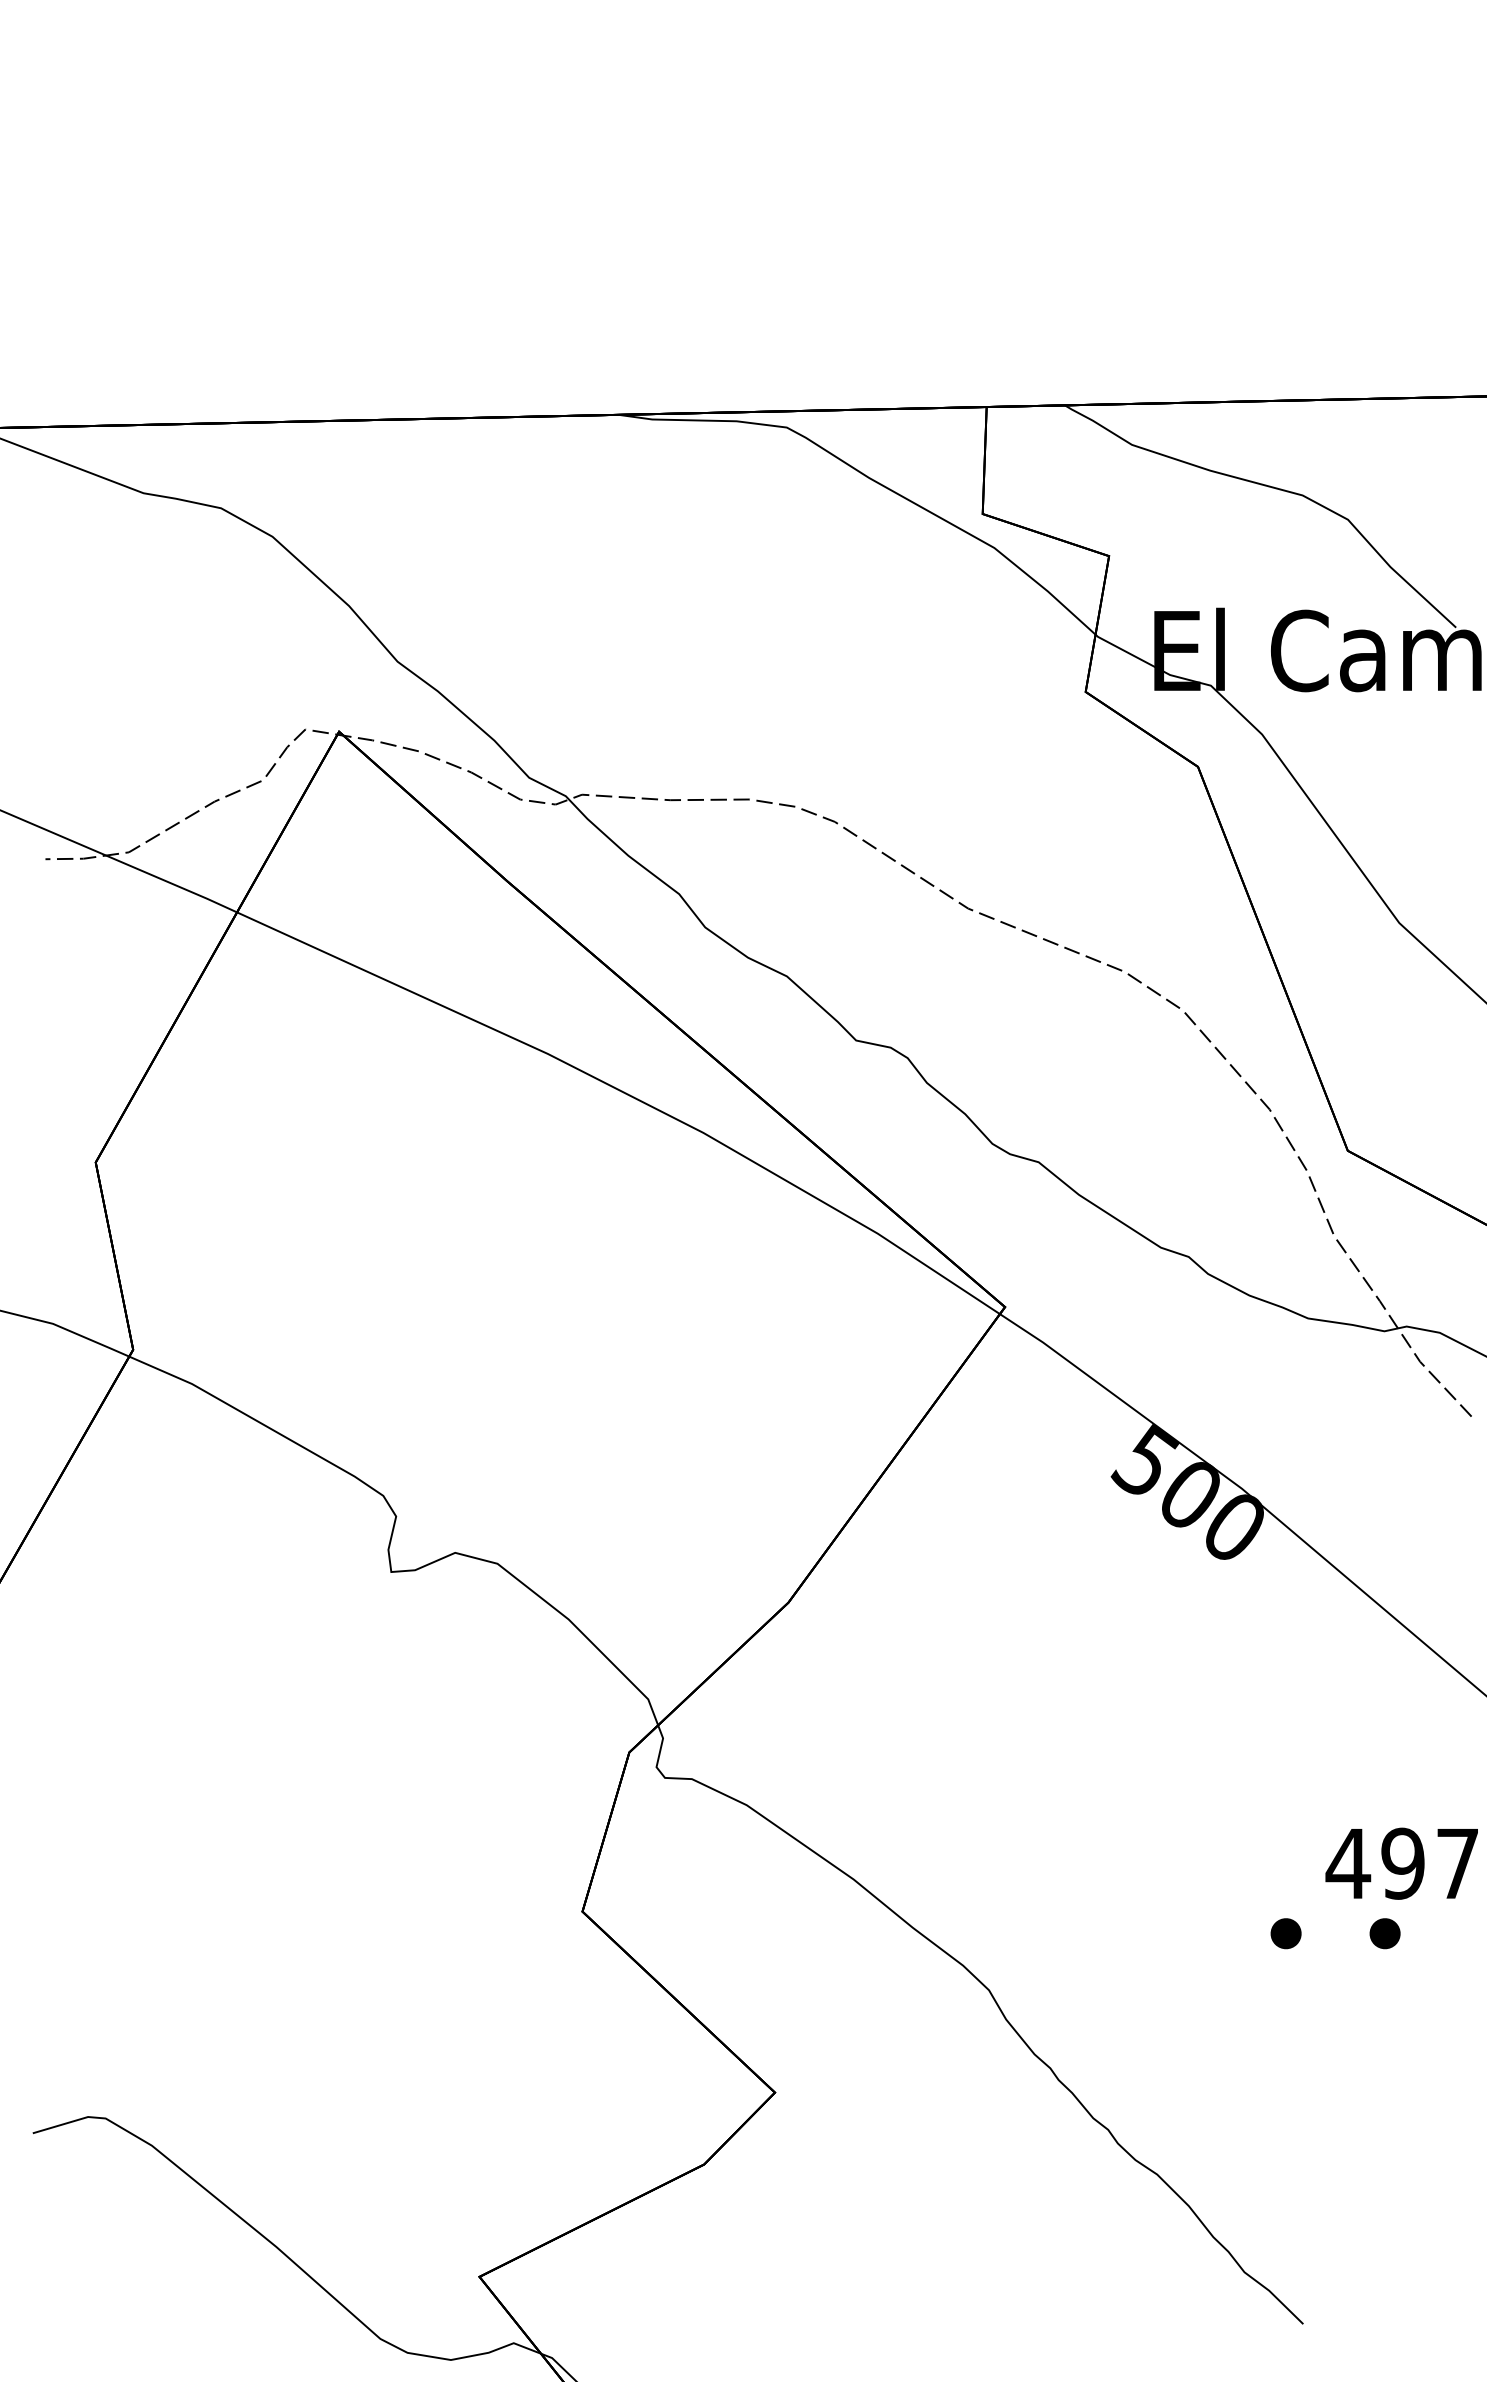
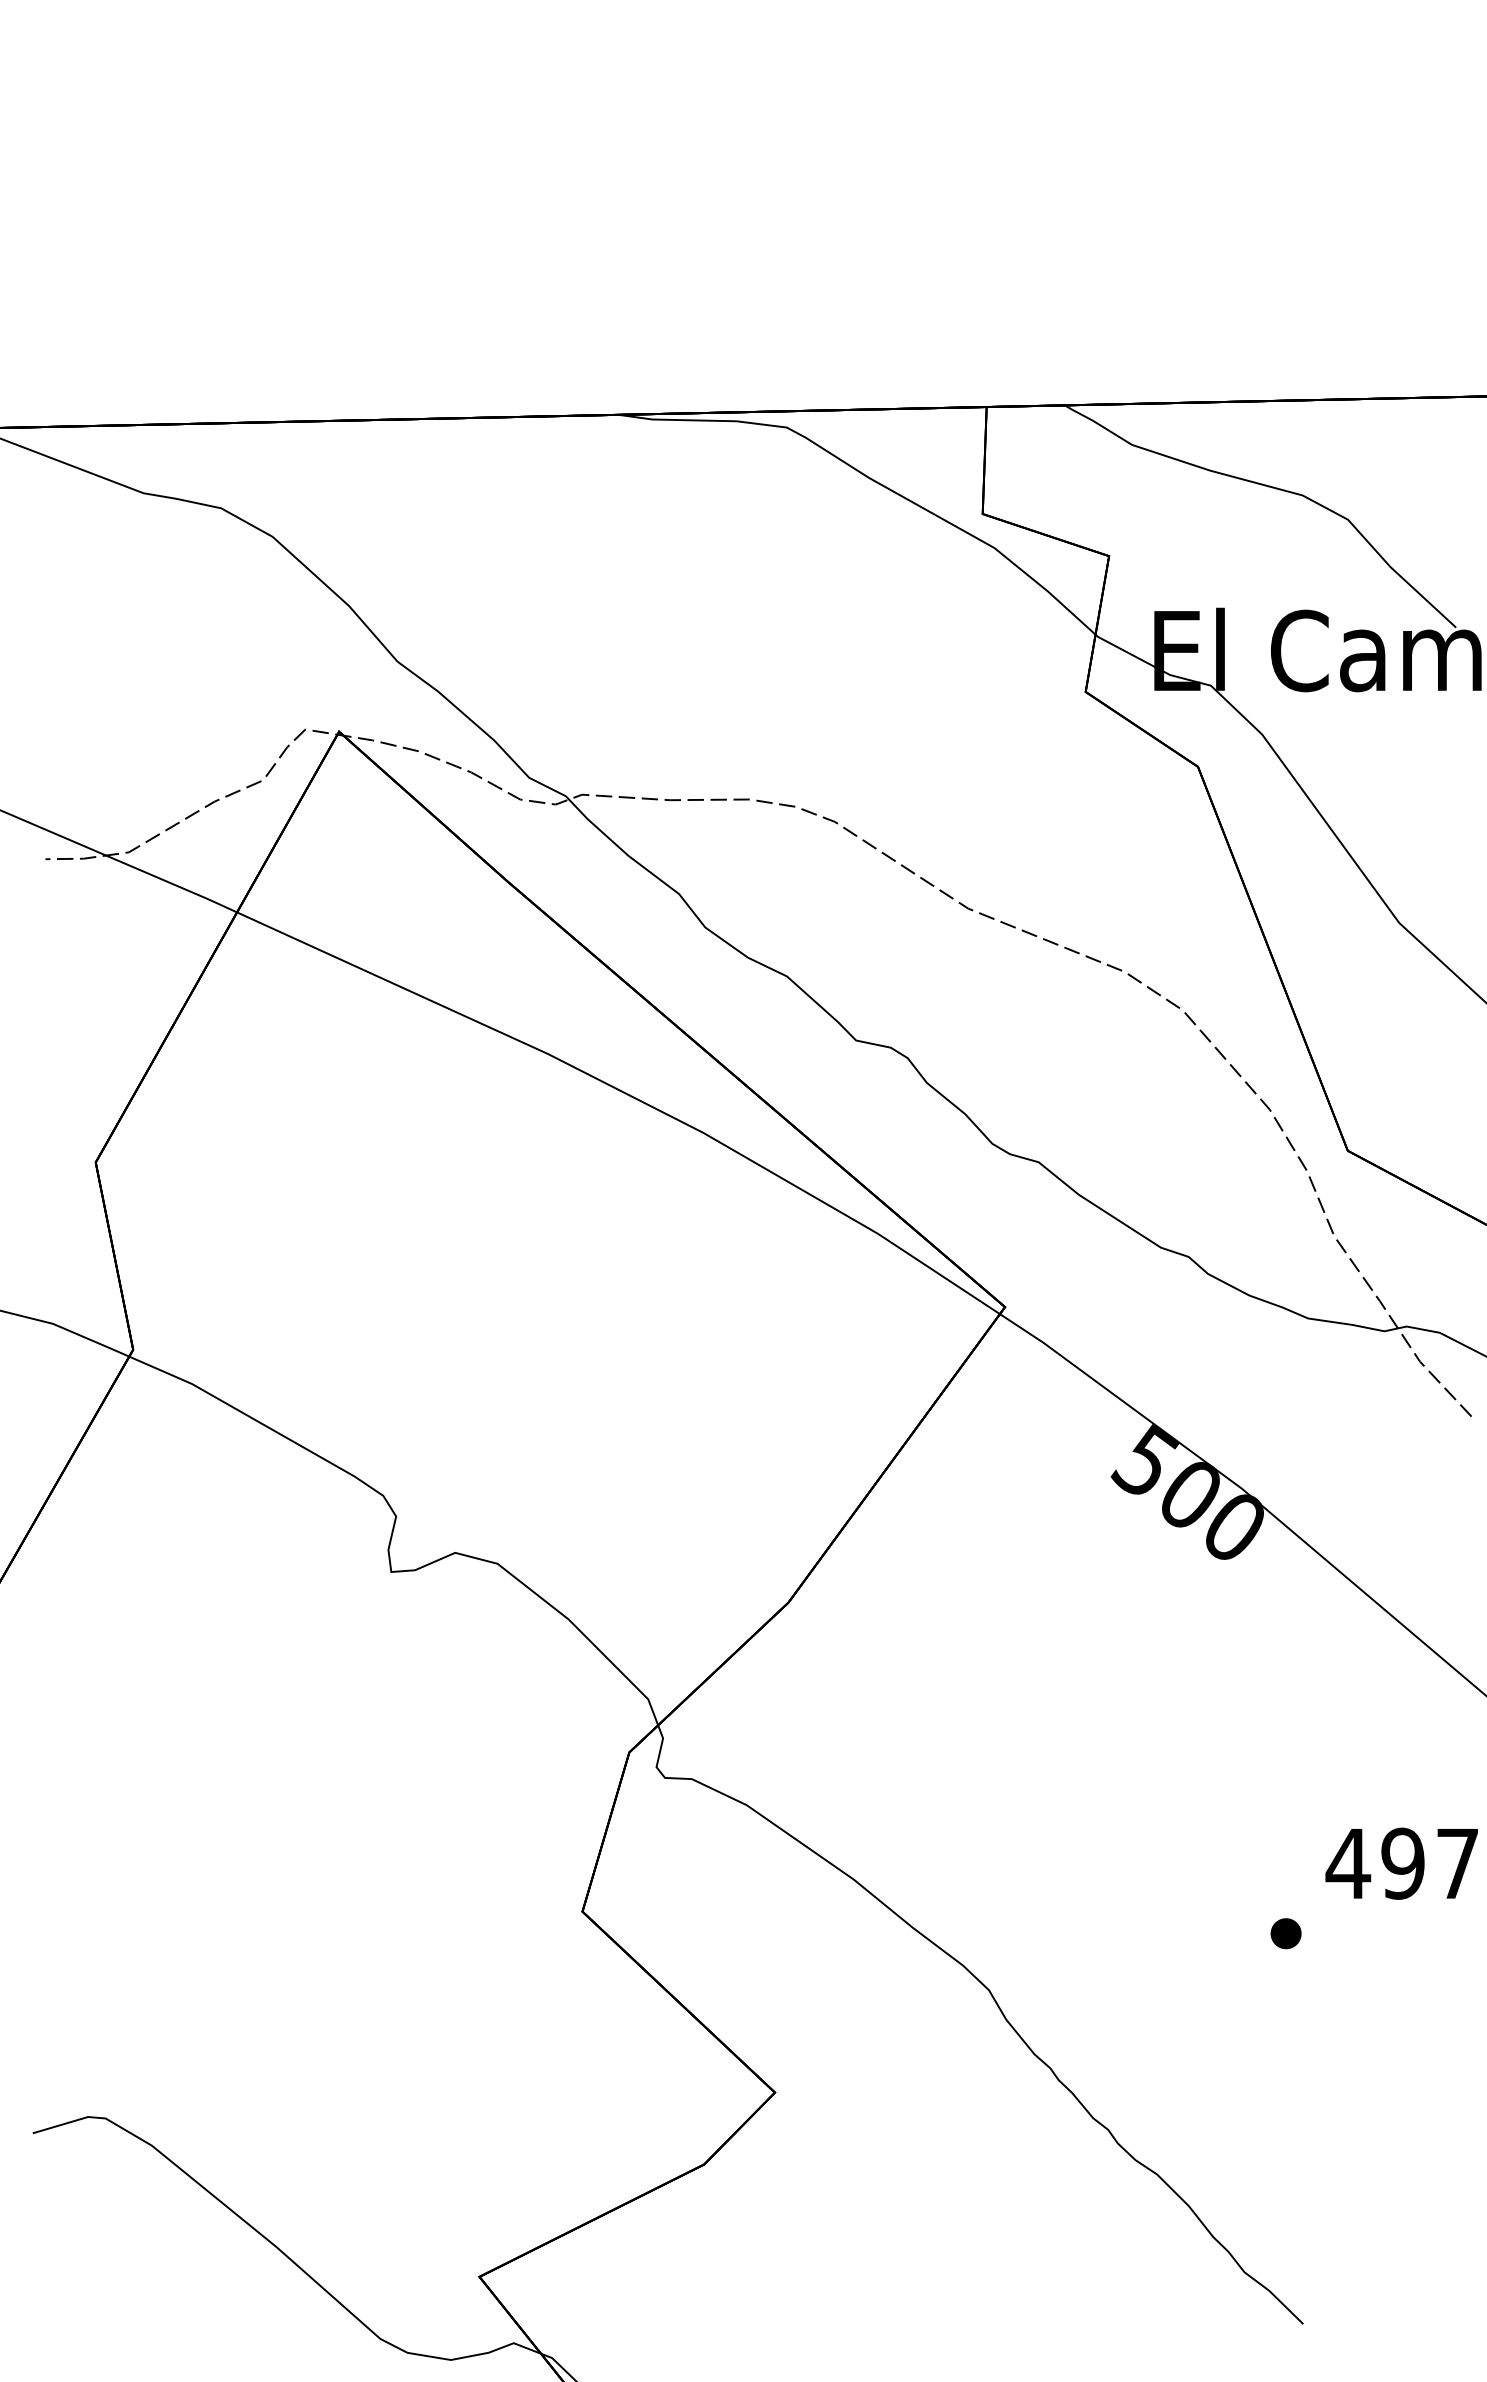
part at (1384, 1933): present -> none
